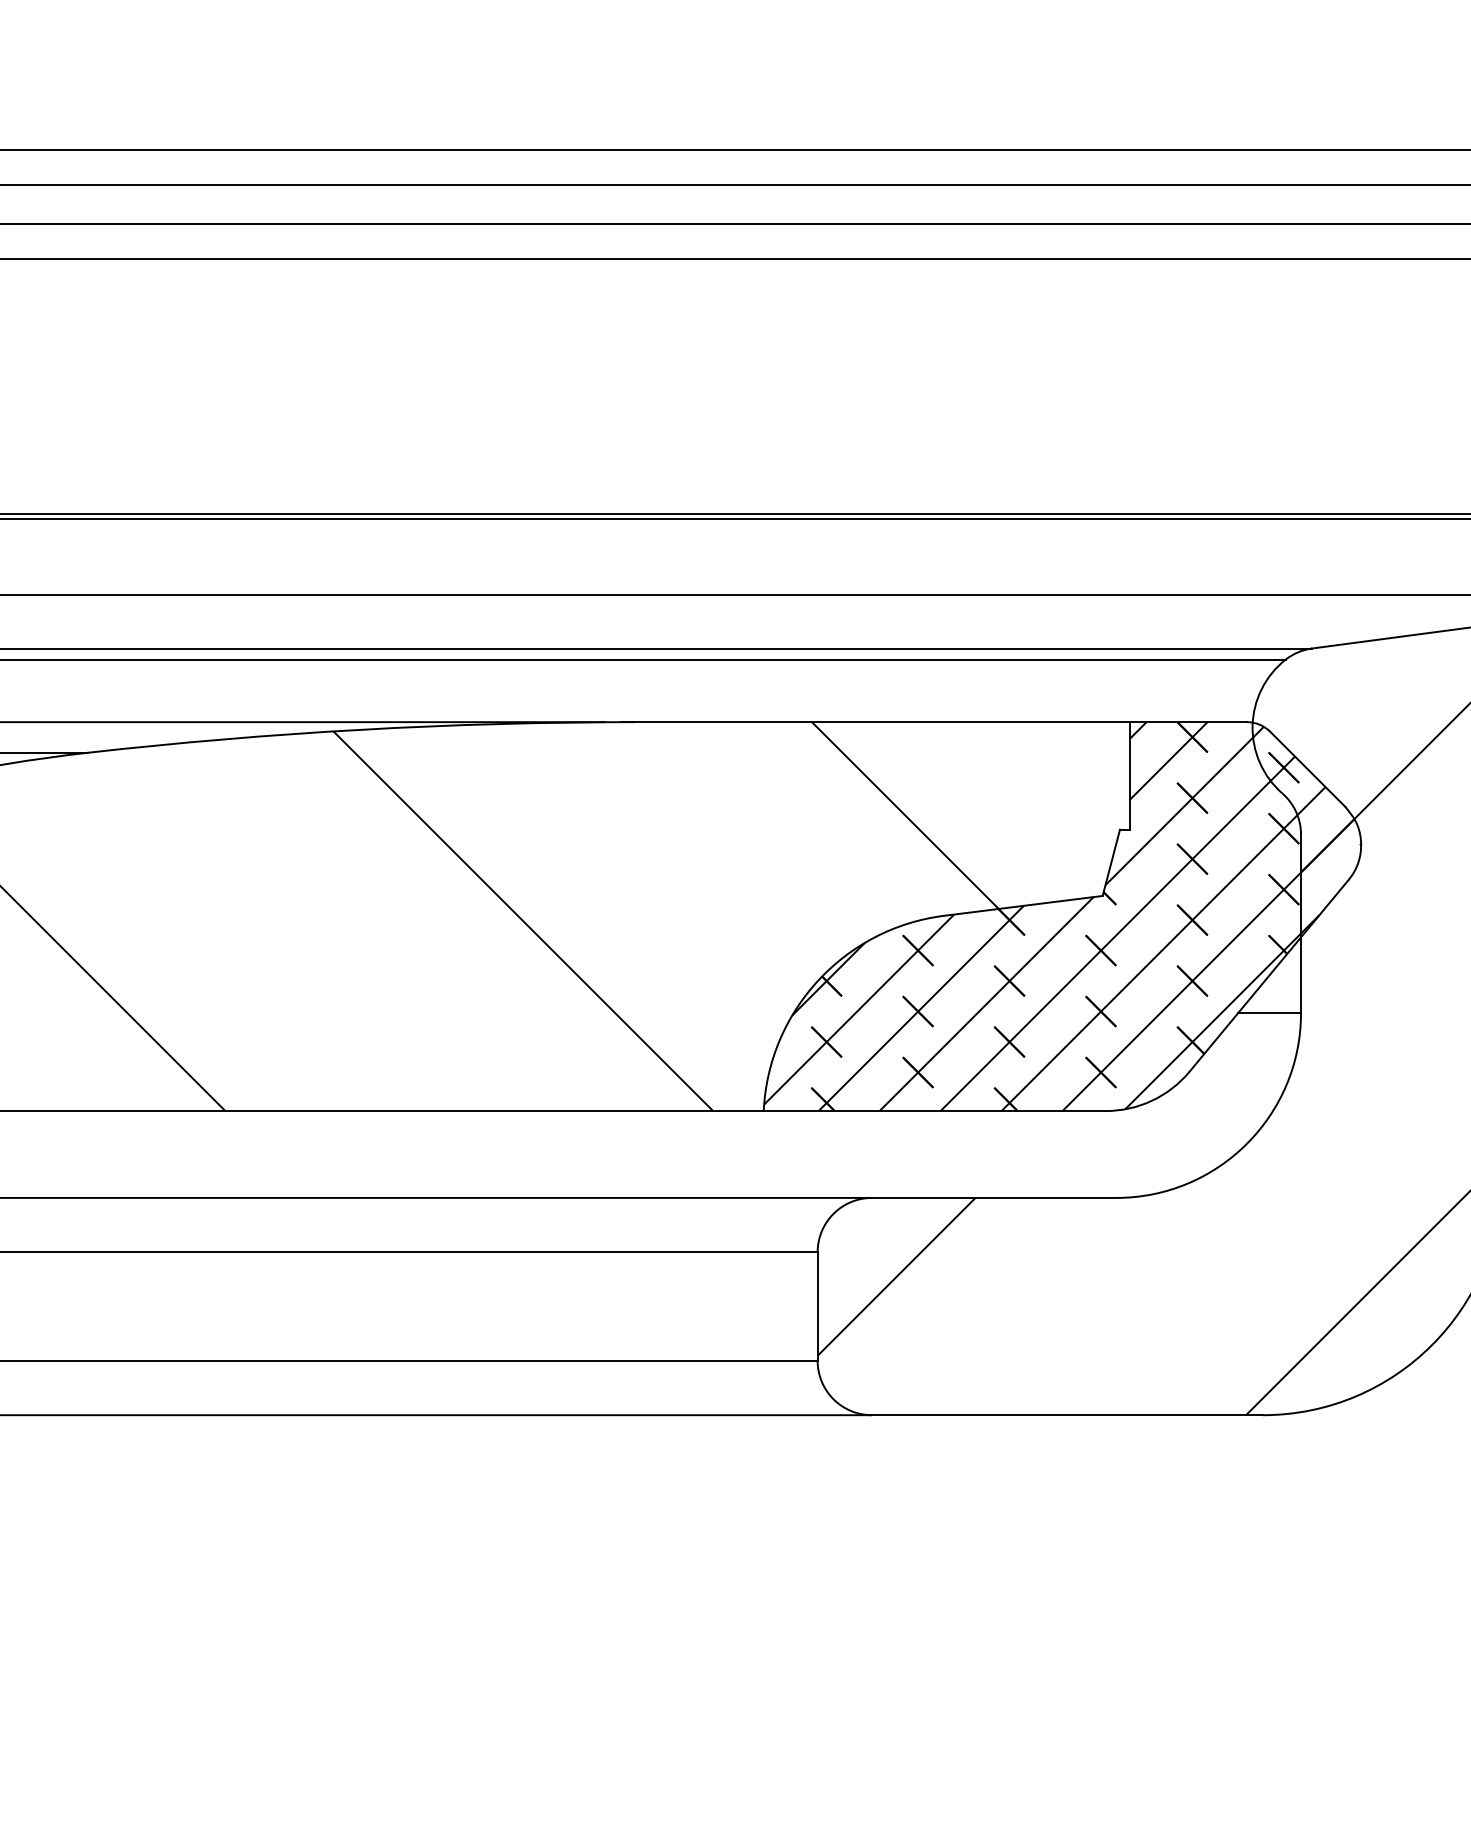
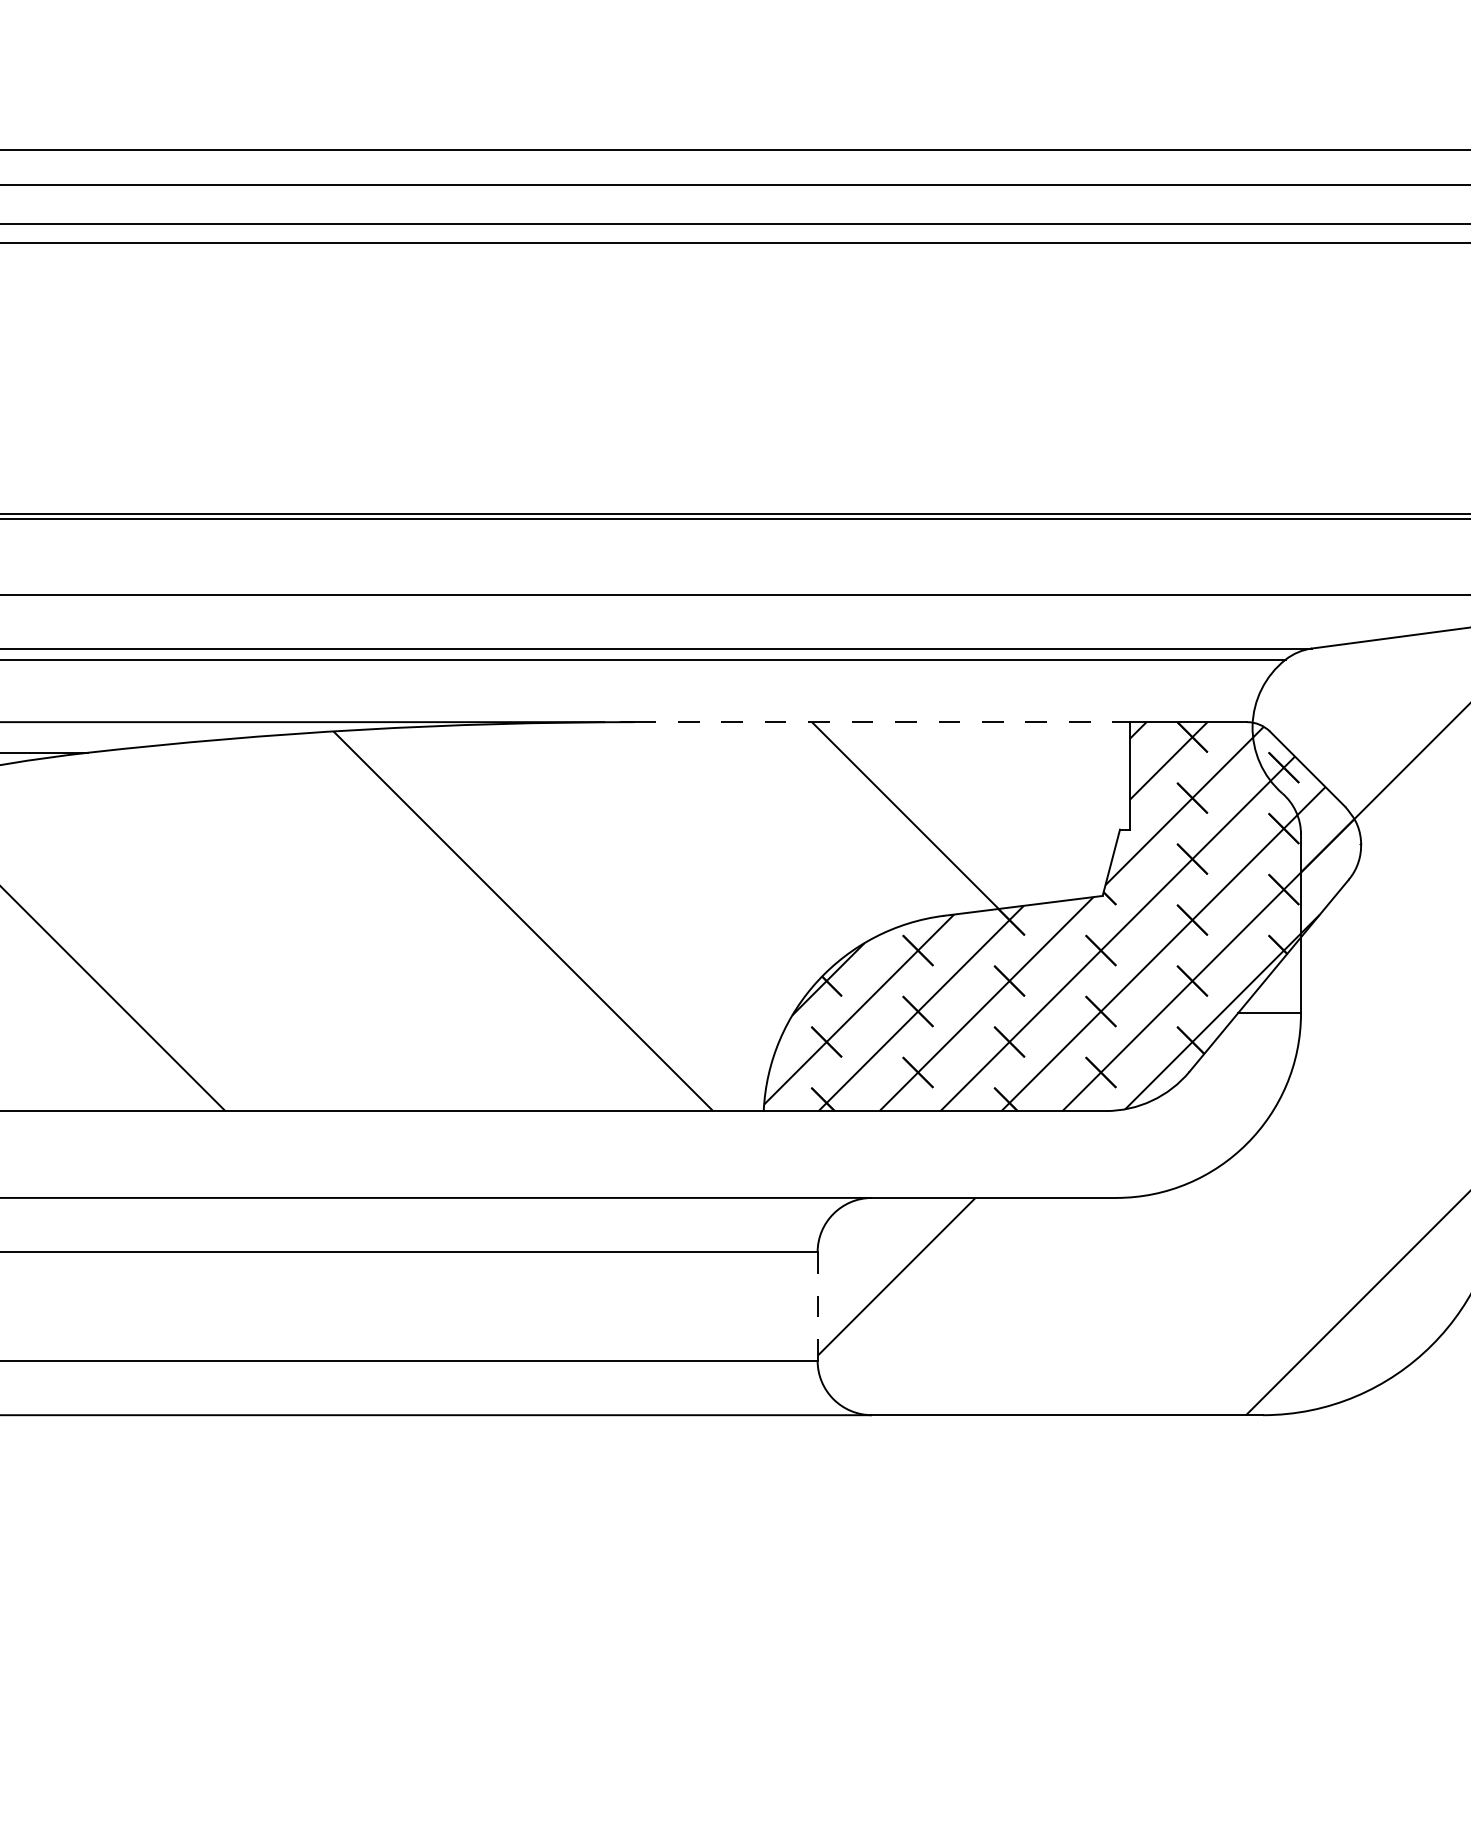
line at (734, 258) position: (734, 258) -> (734, 242)
line at (882, 722): solid -> dashed
line at (817, 1307): solid -> dashed
